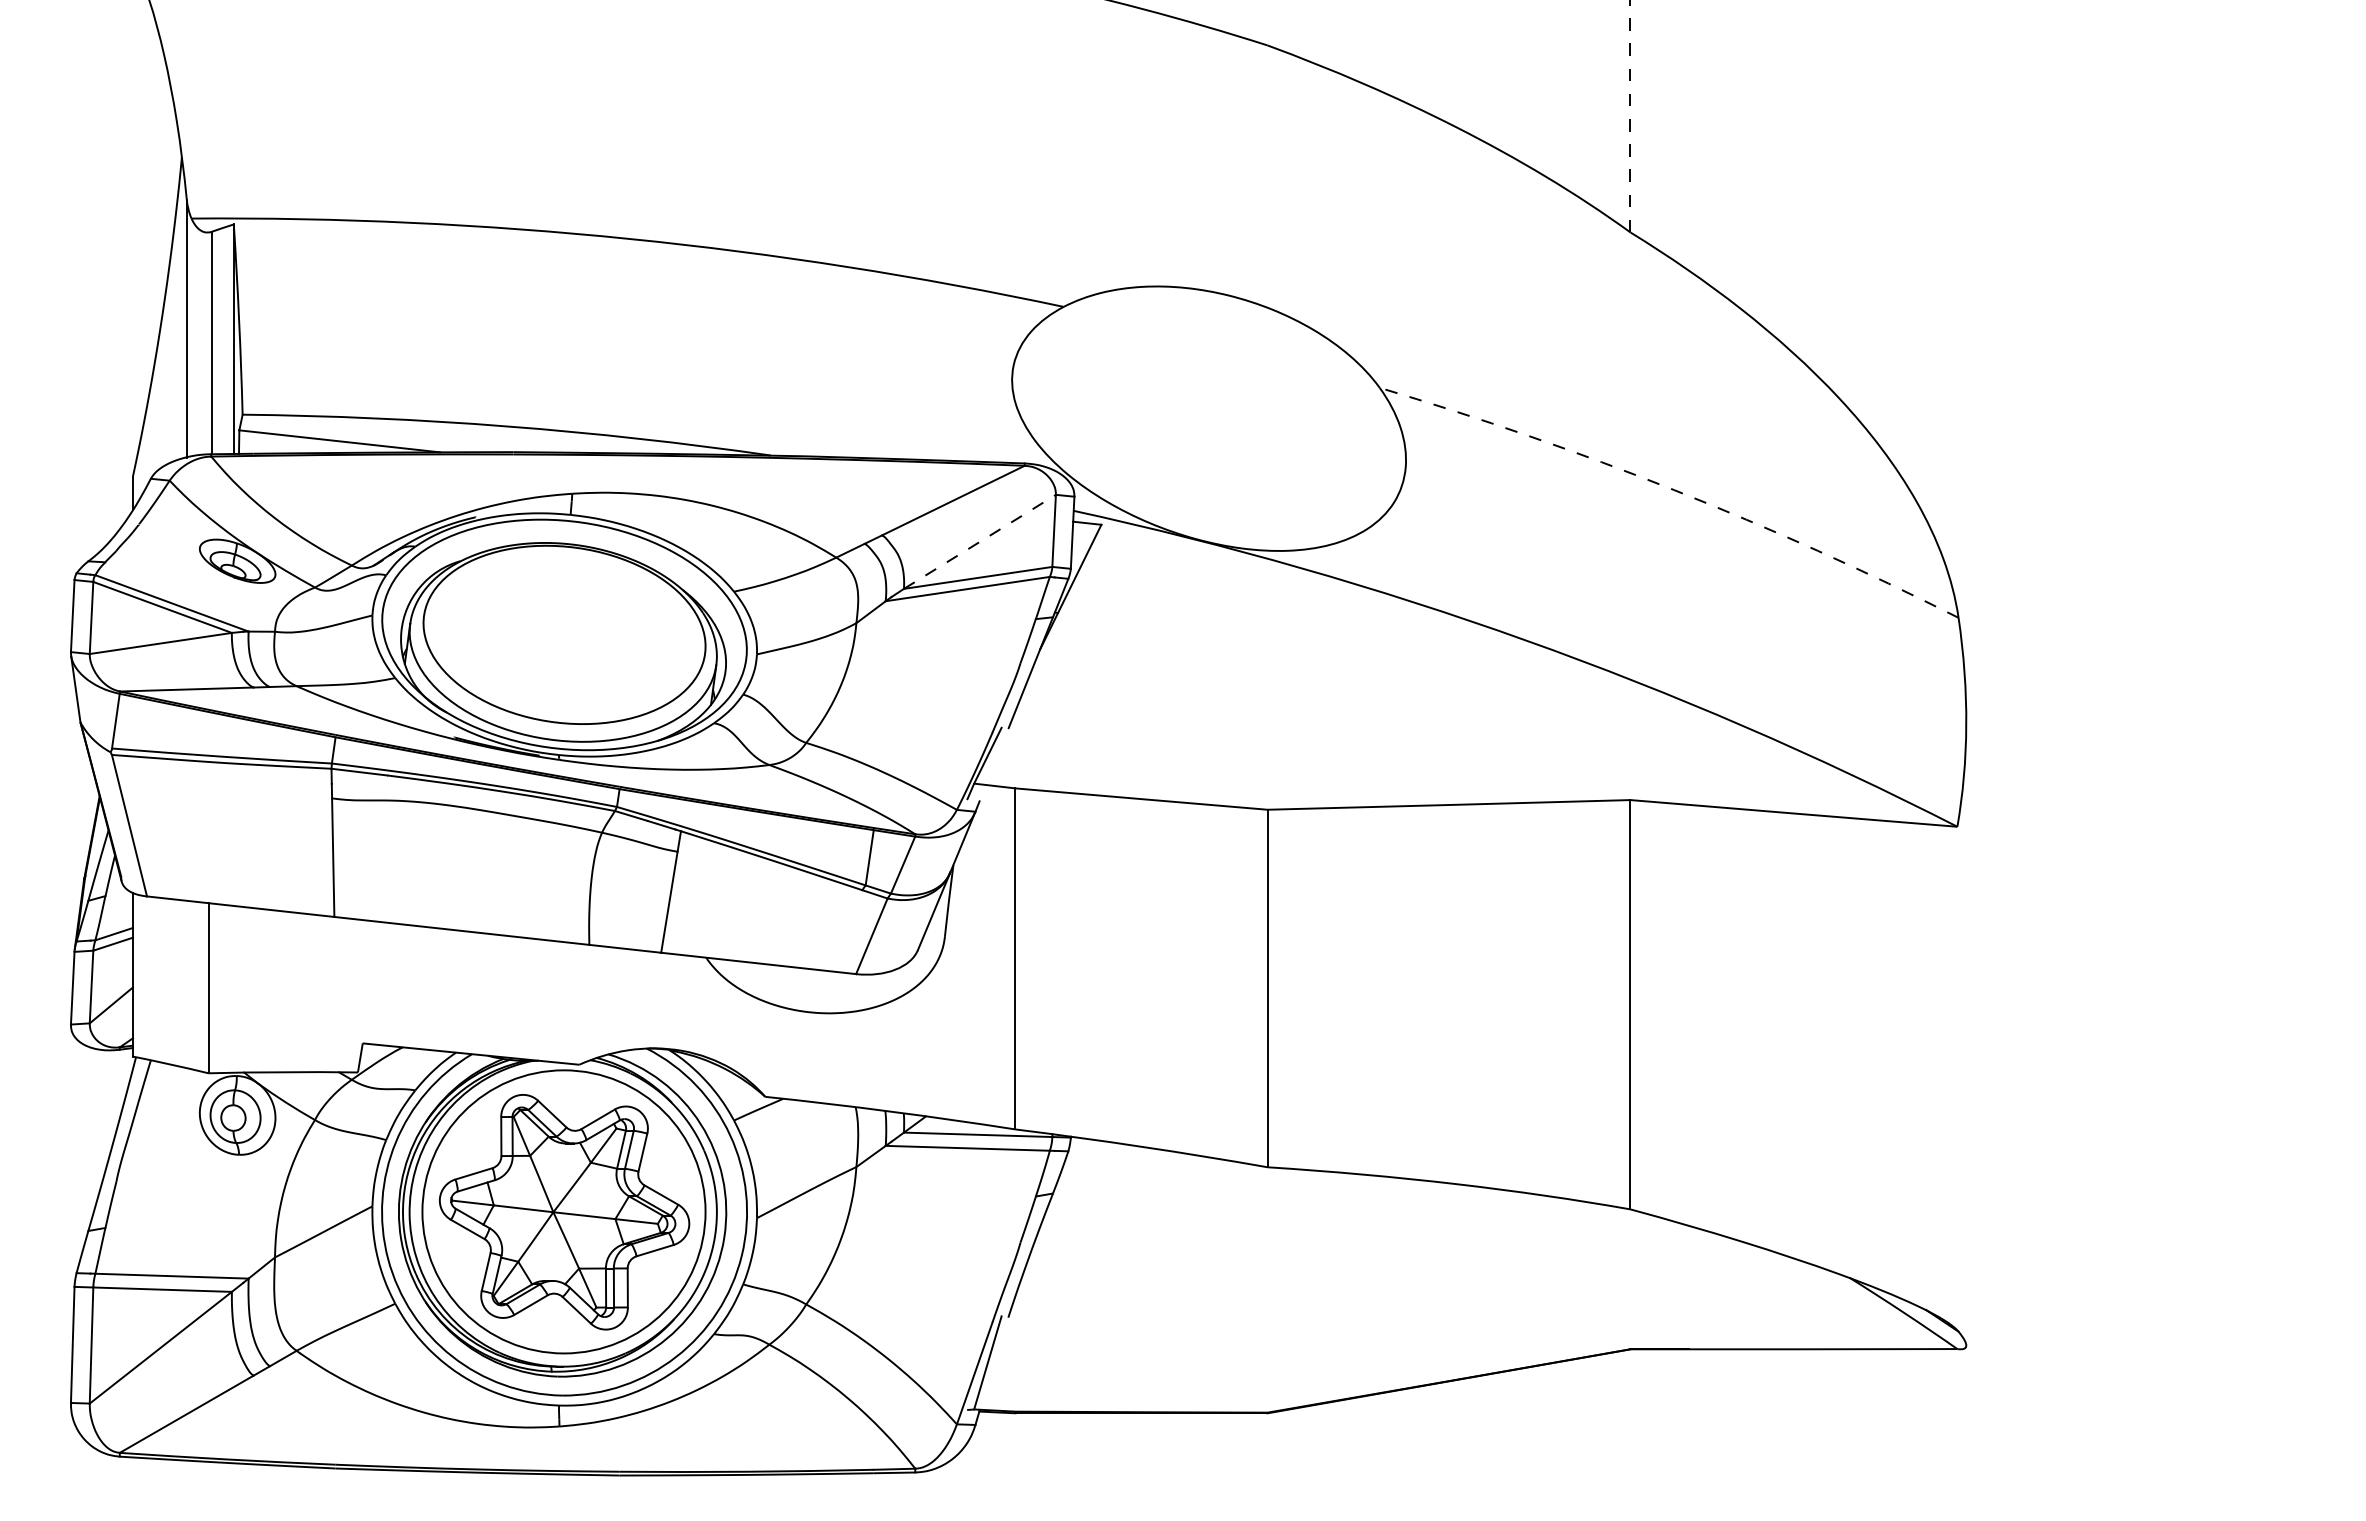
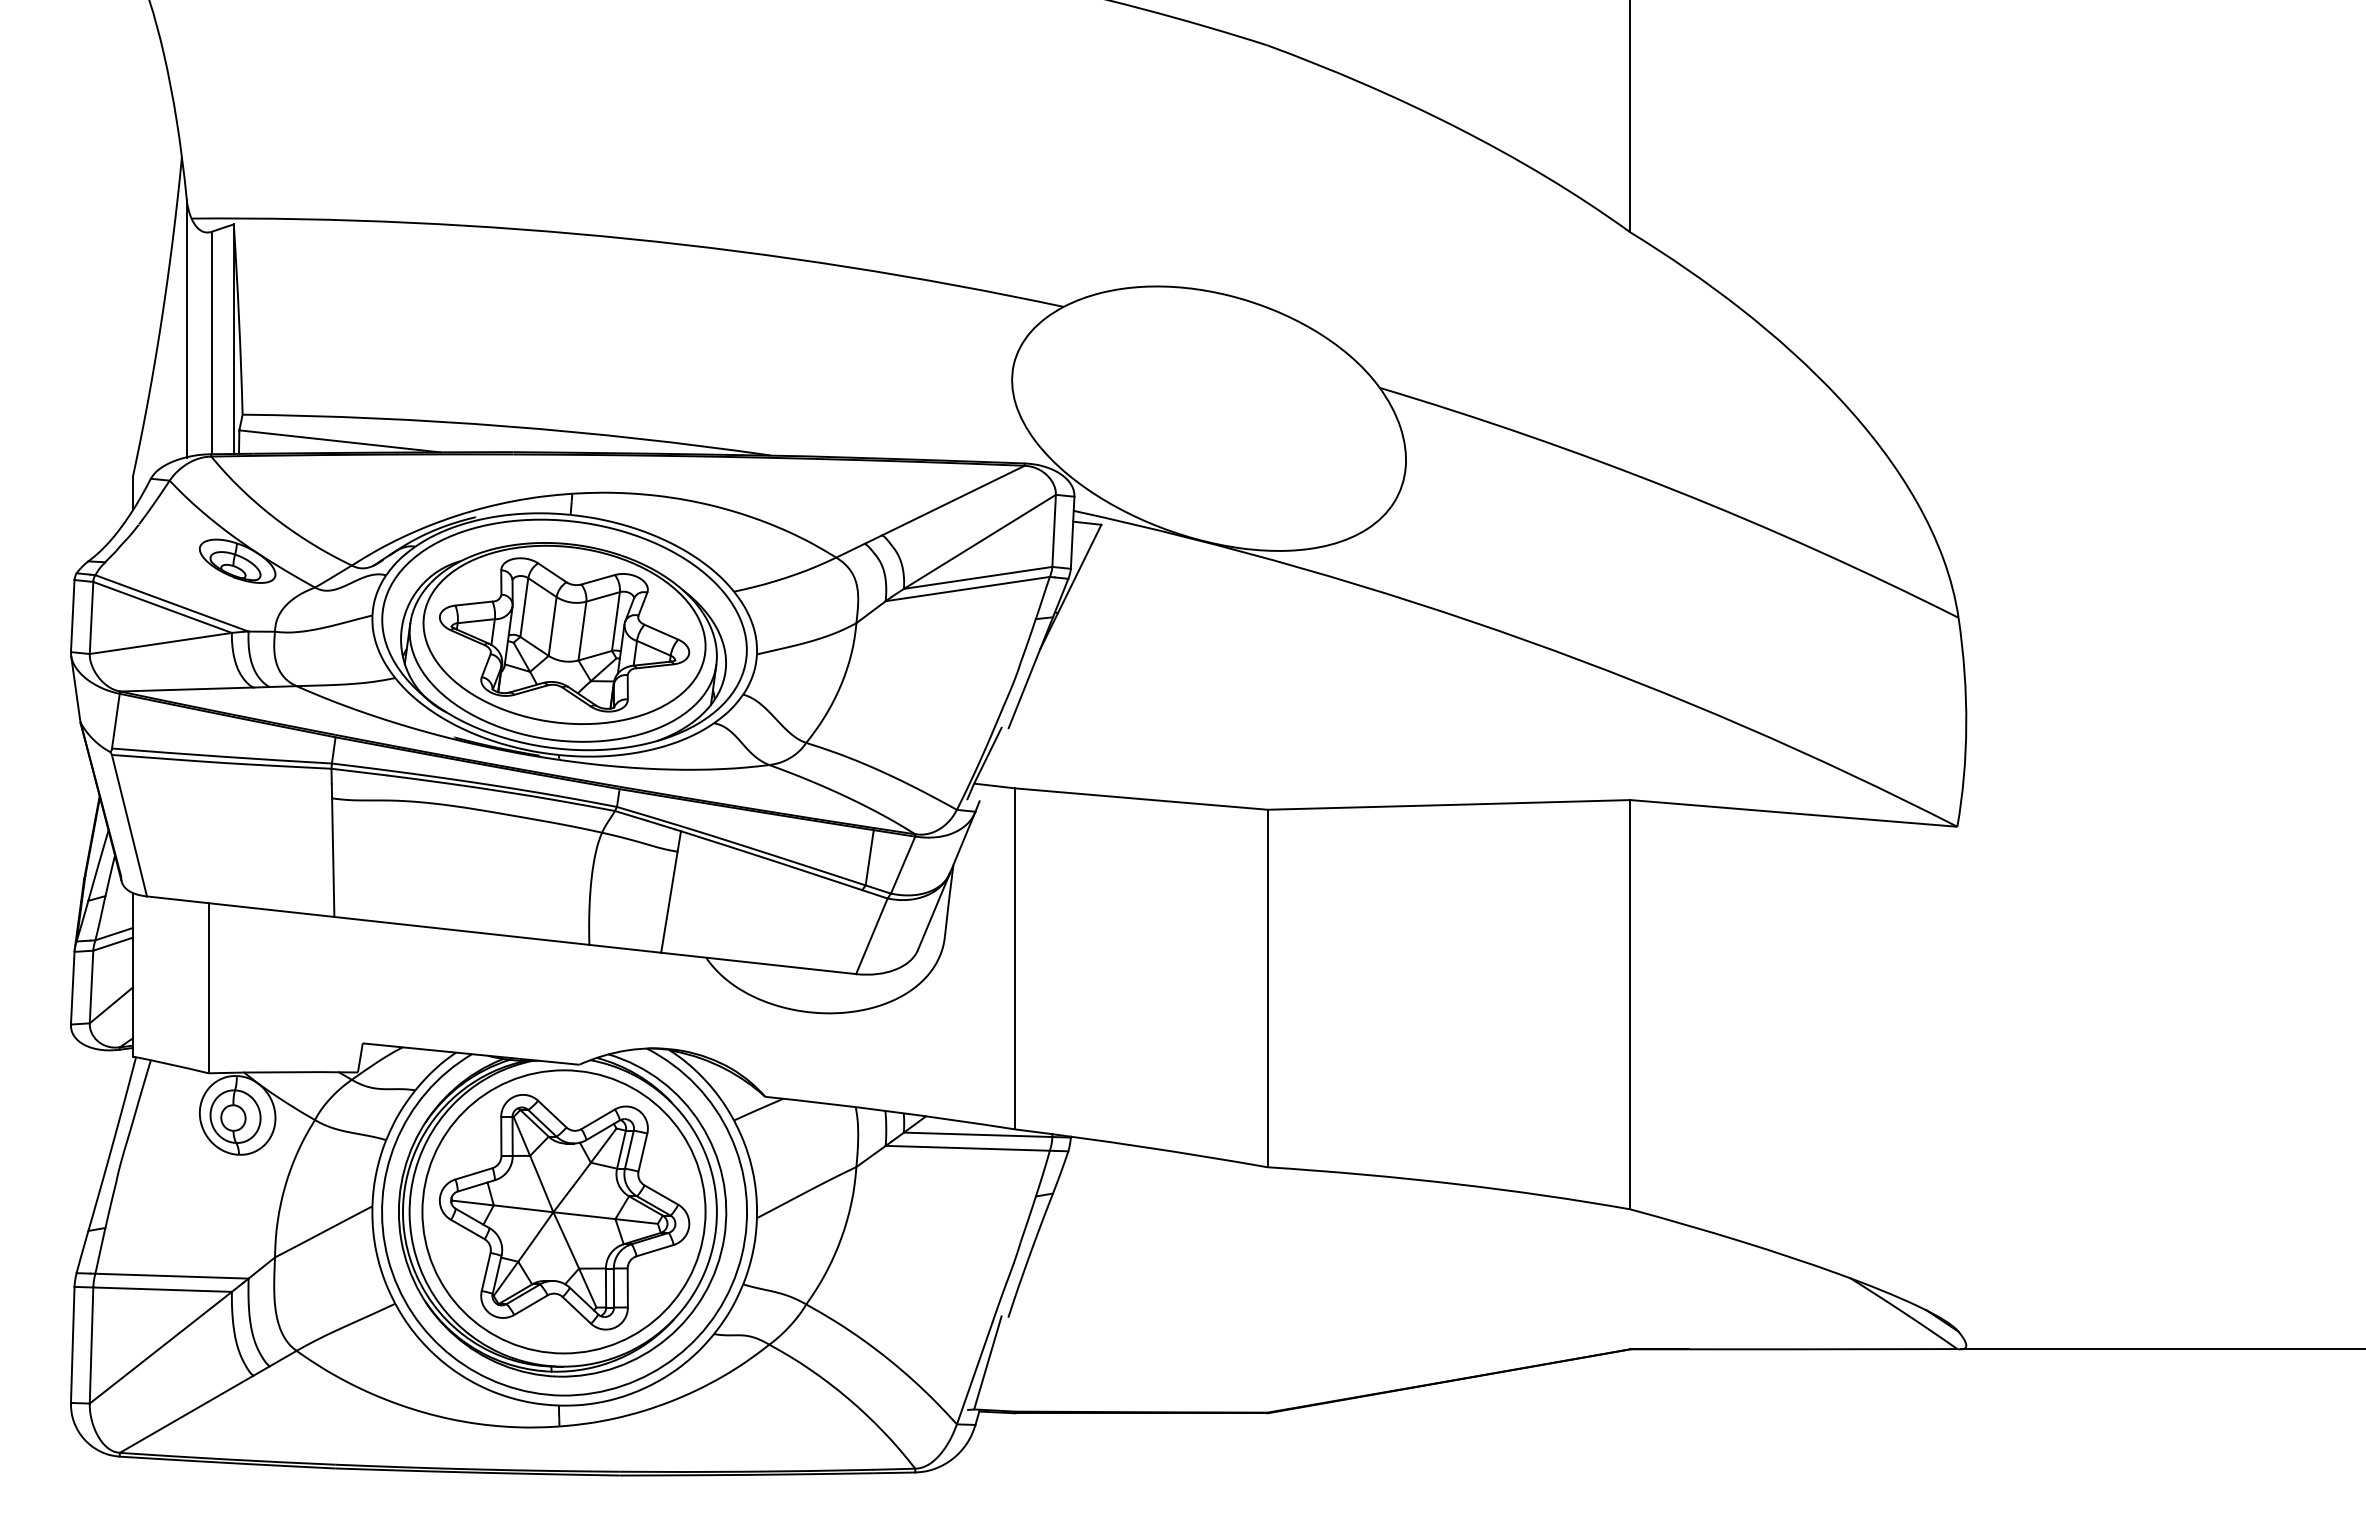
line at (1630, 116): dashed -> solid
arc at (1674, 490): dashed -> solid
line at (980, 541): dashed -> solid
part at (564, 634): none -> present
line at (2161, 1349): none -> present
